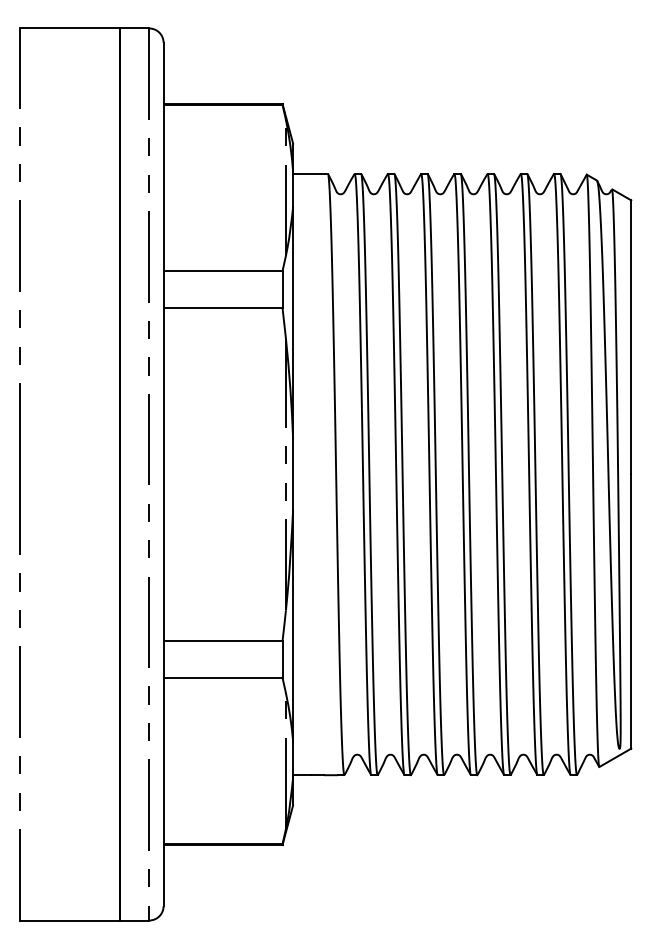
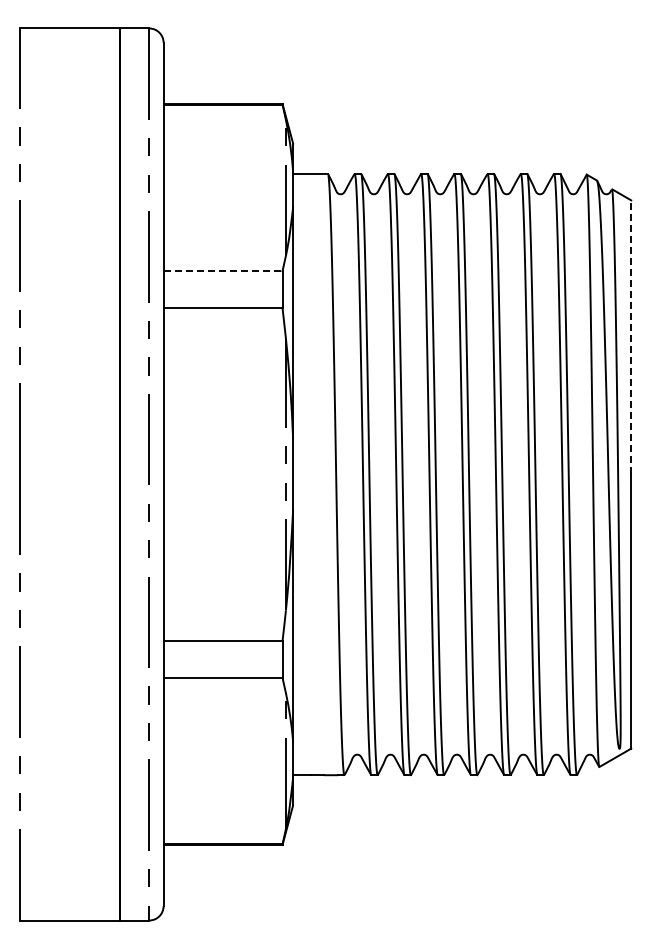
line at (223, 271): solid -> dashed
line at (631, 336): solid -> dashed
